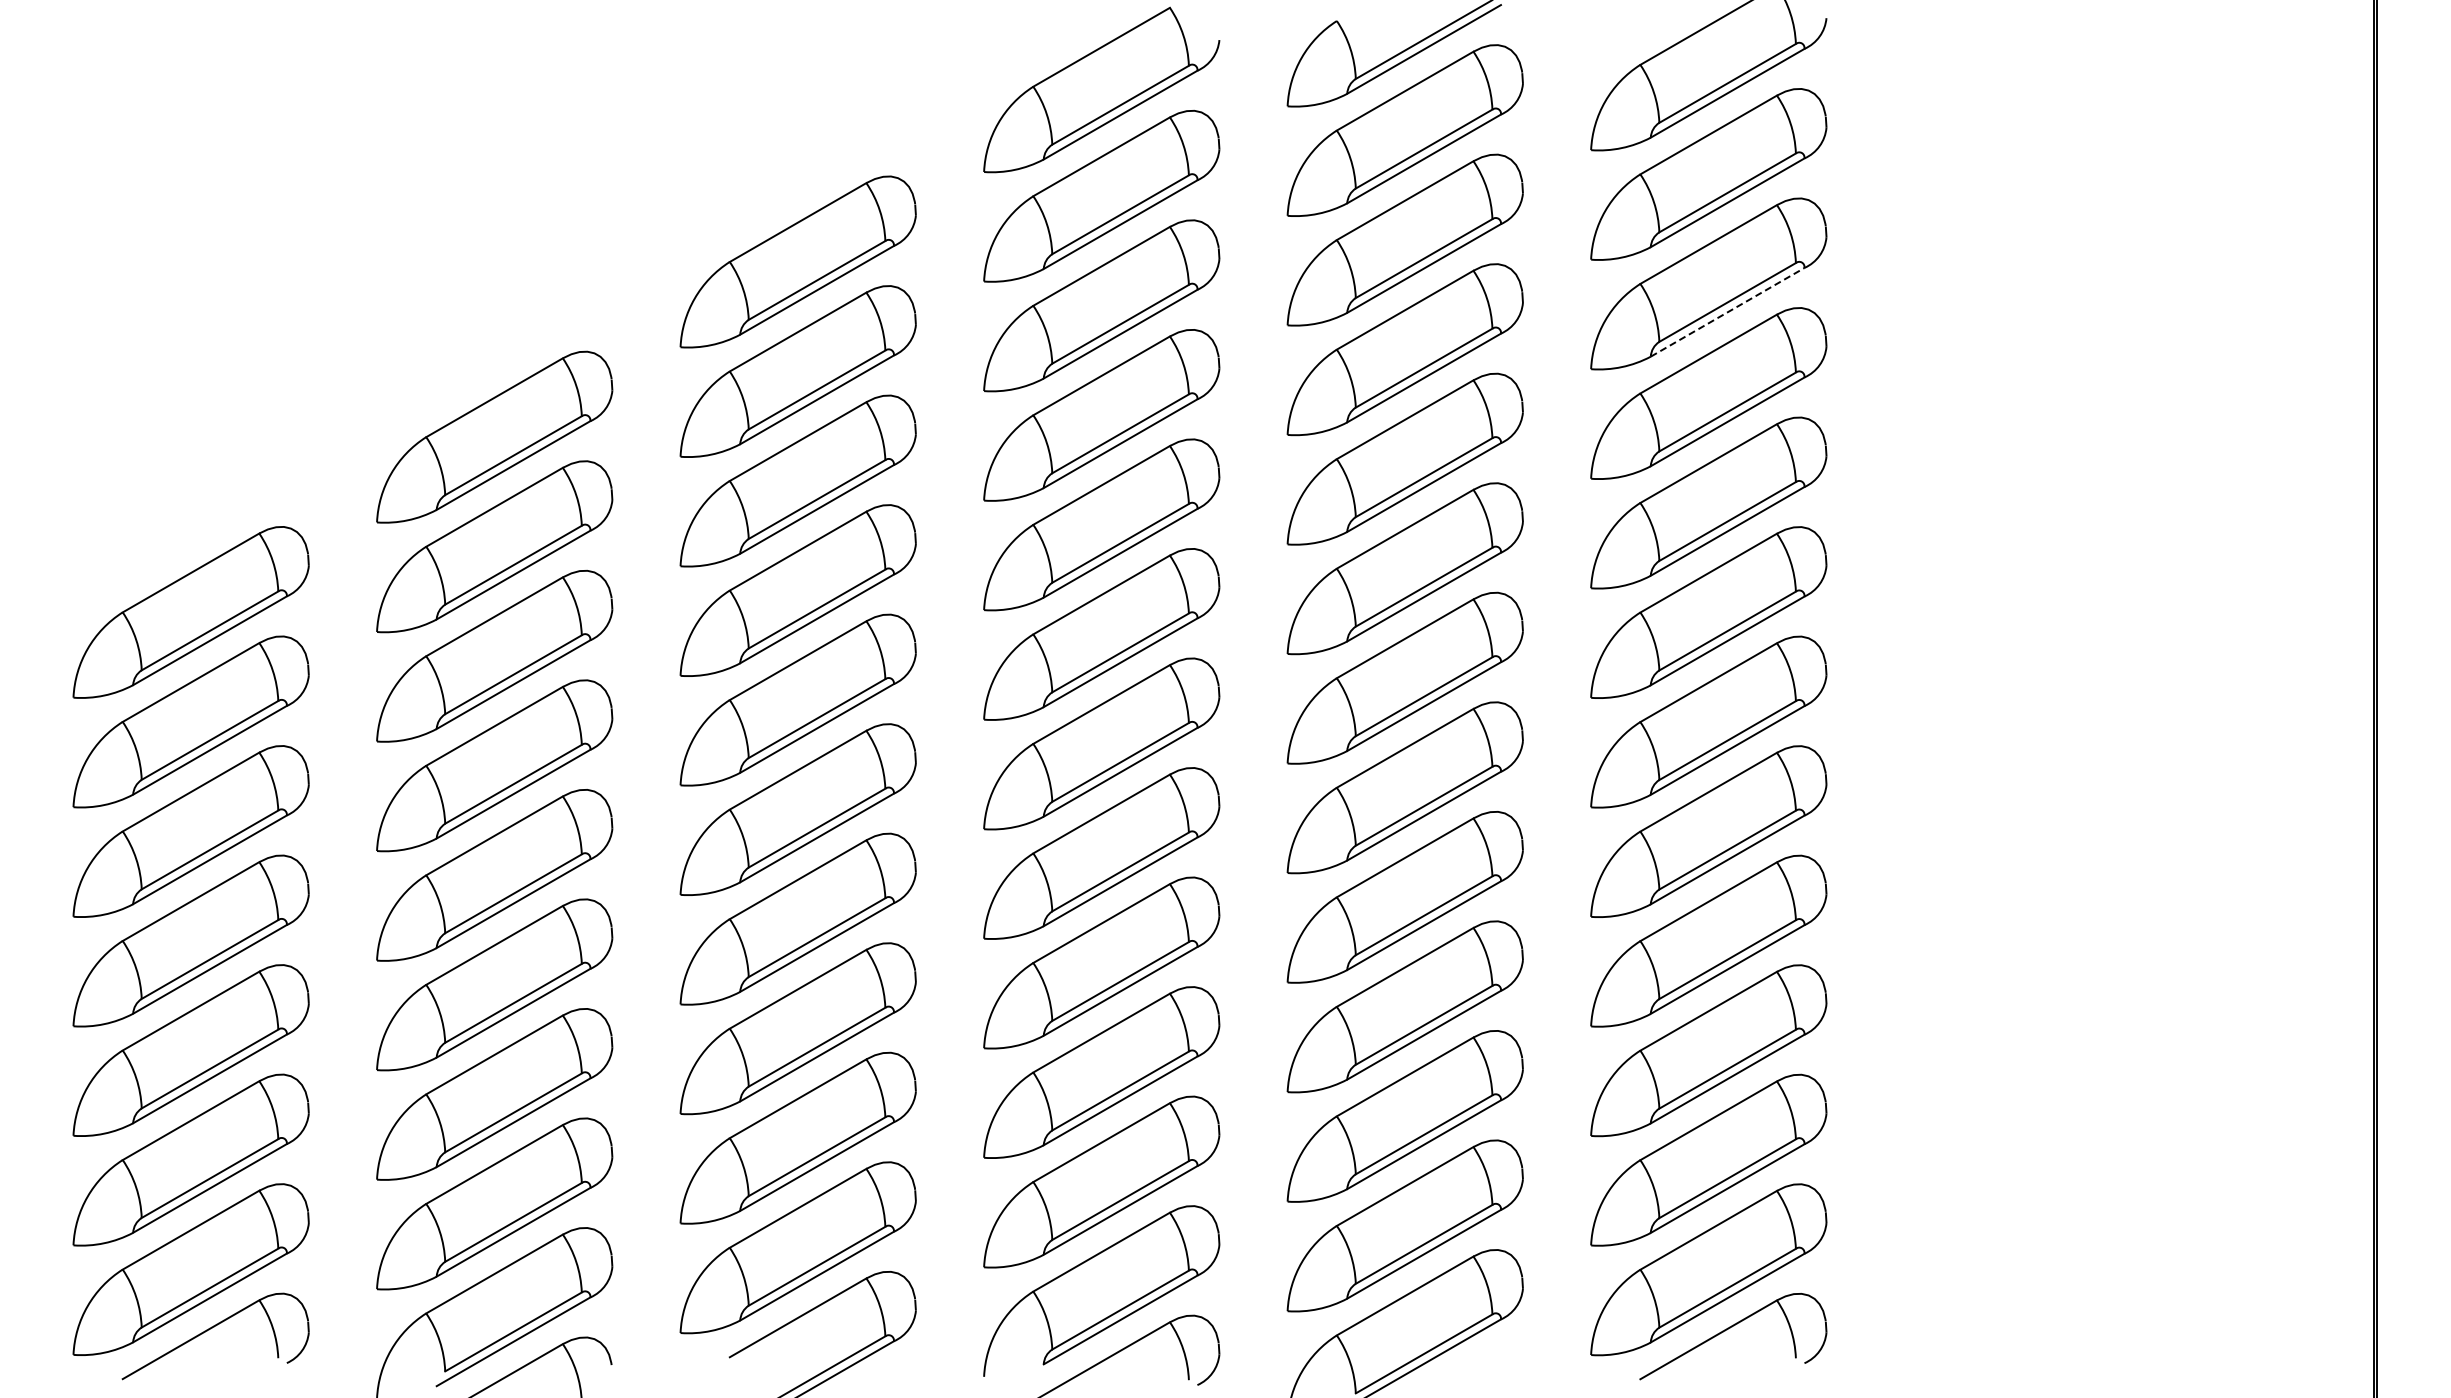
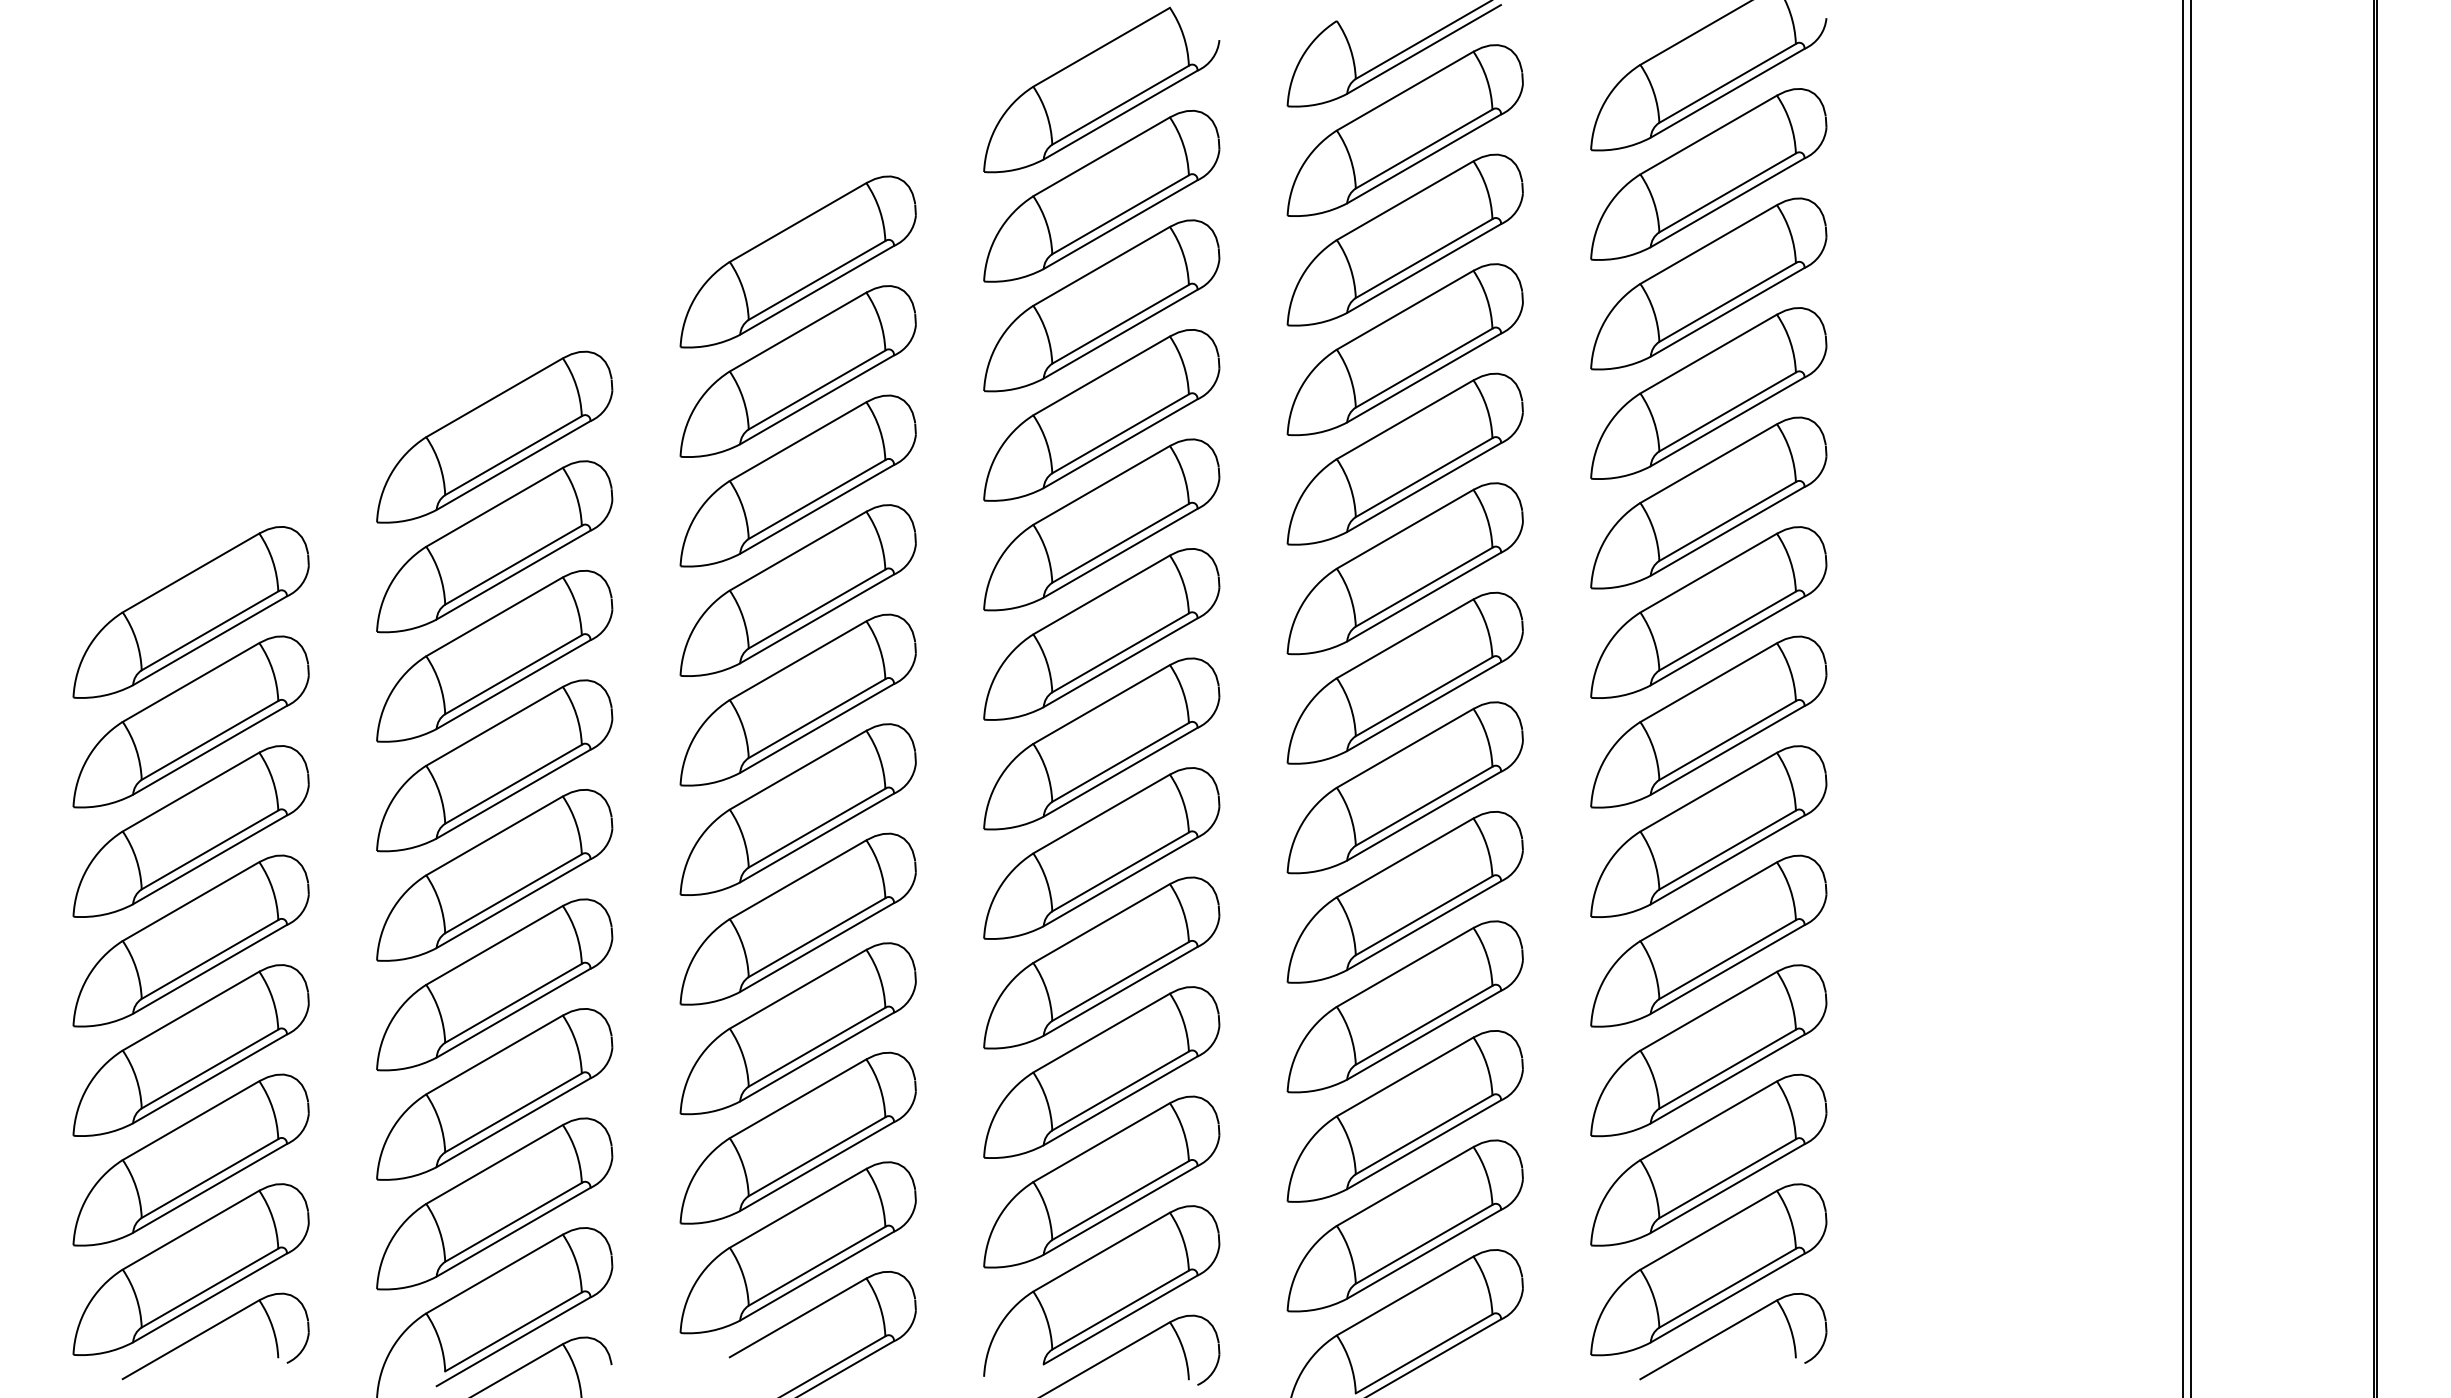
line at (1727, 312): dashed -> solid
line at (2182, 698): none -> present
line at (2190, 698): none -> present
